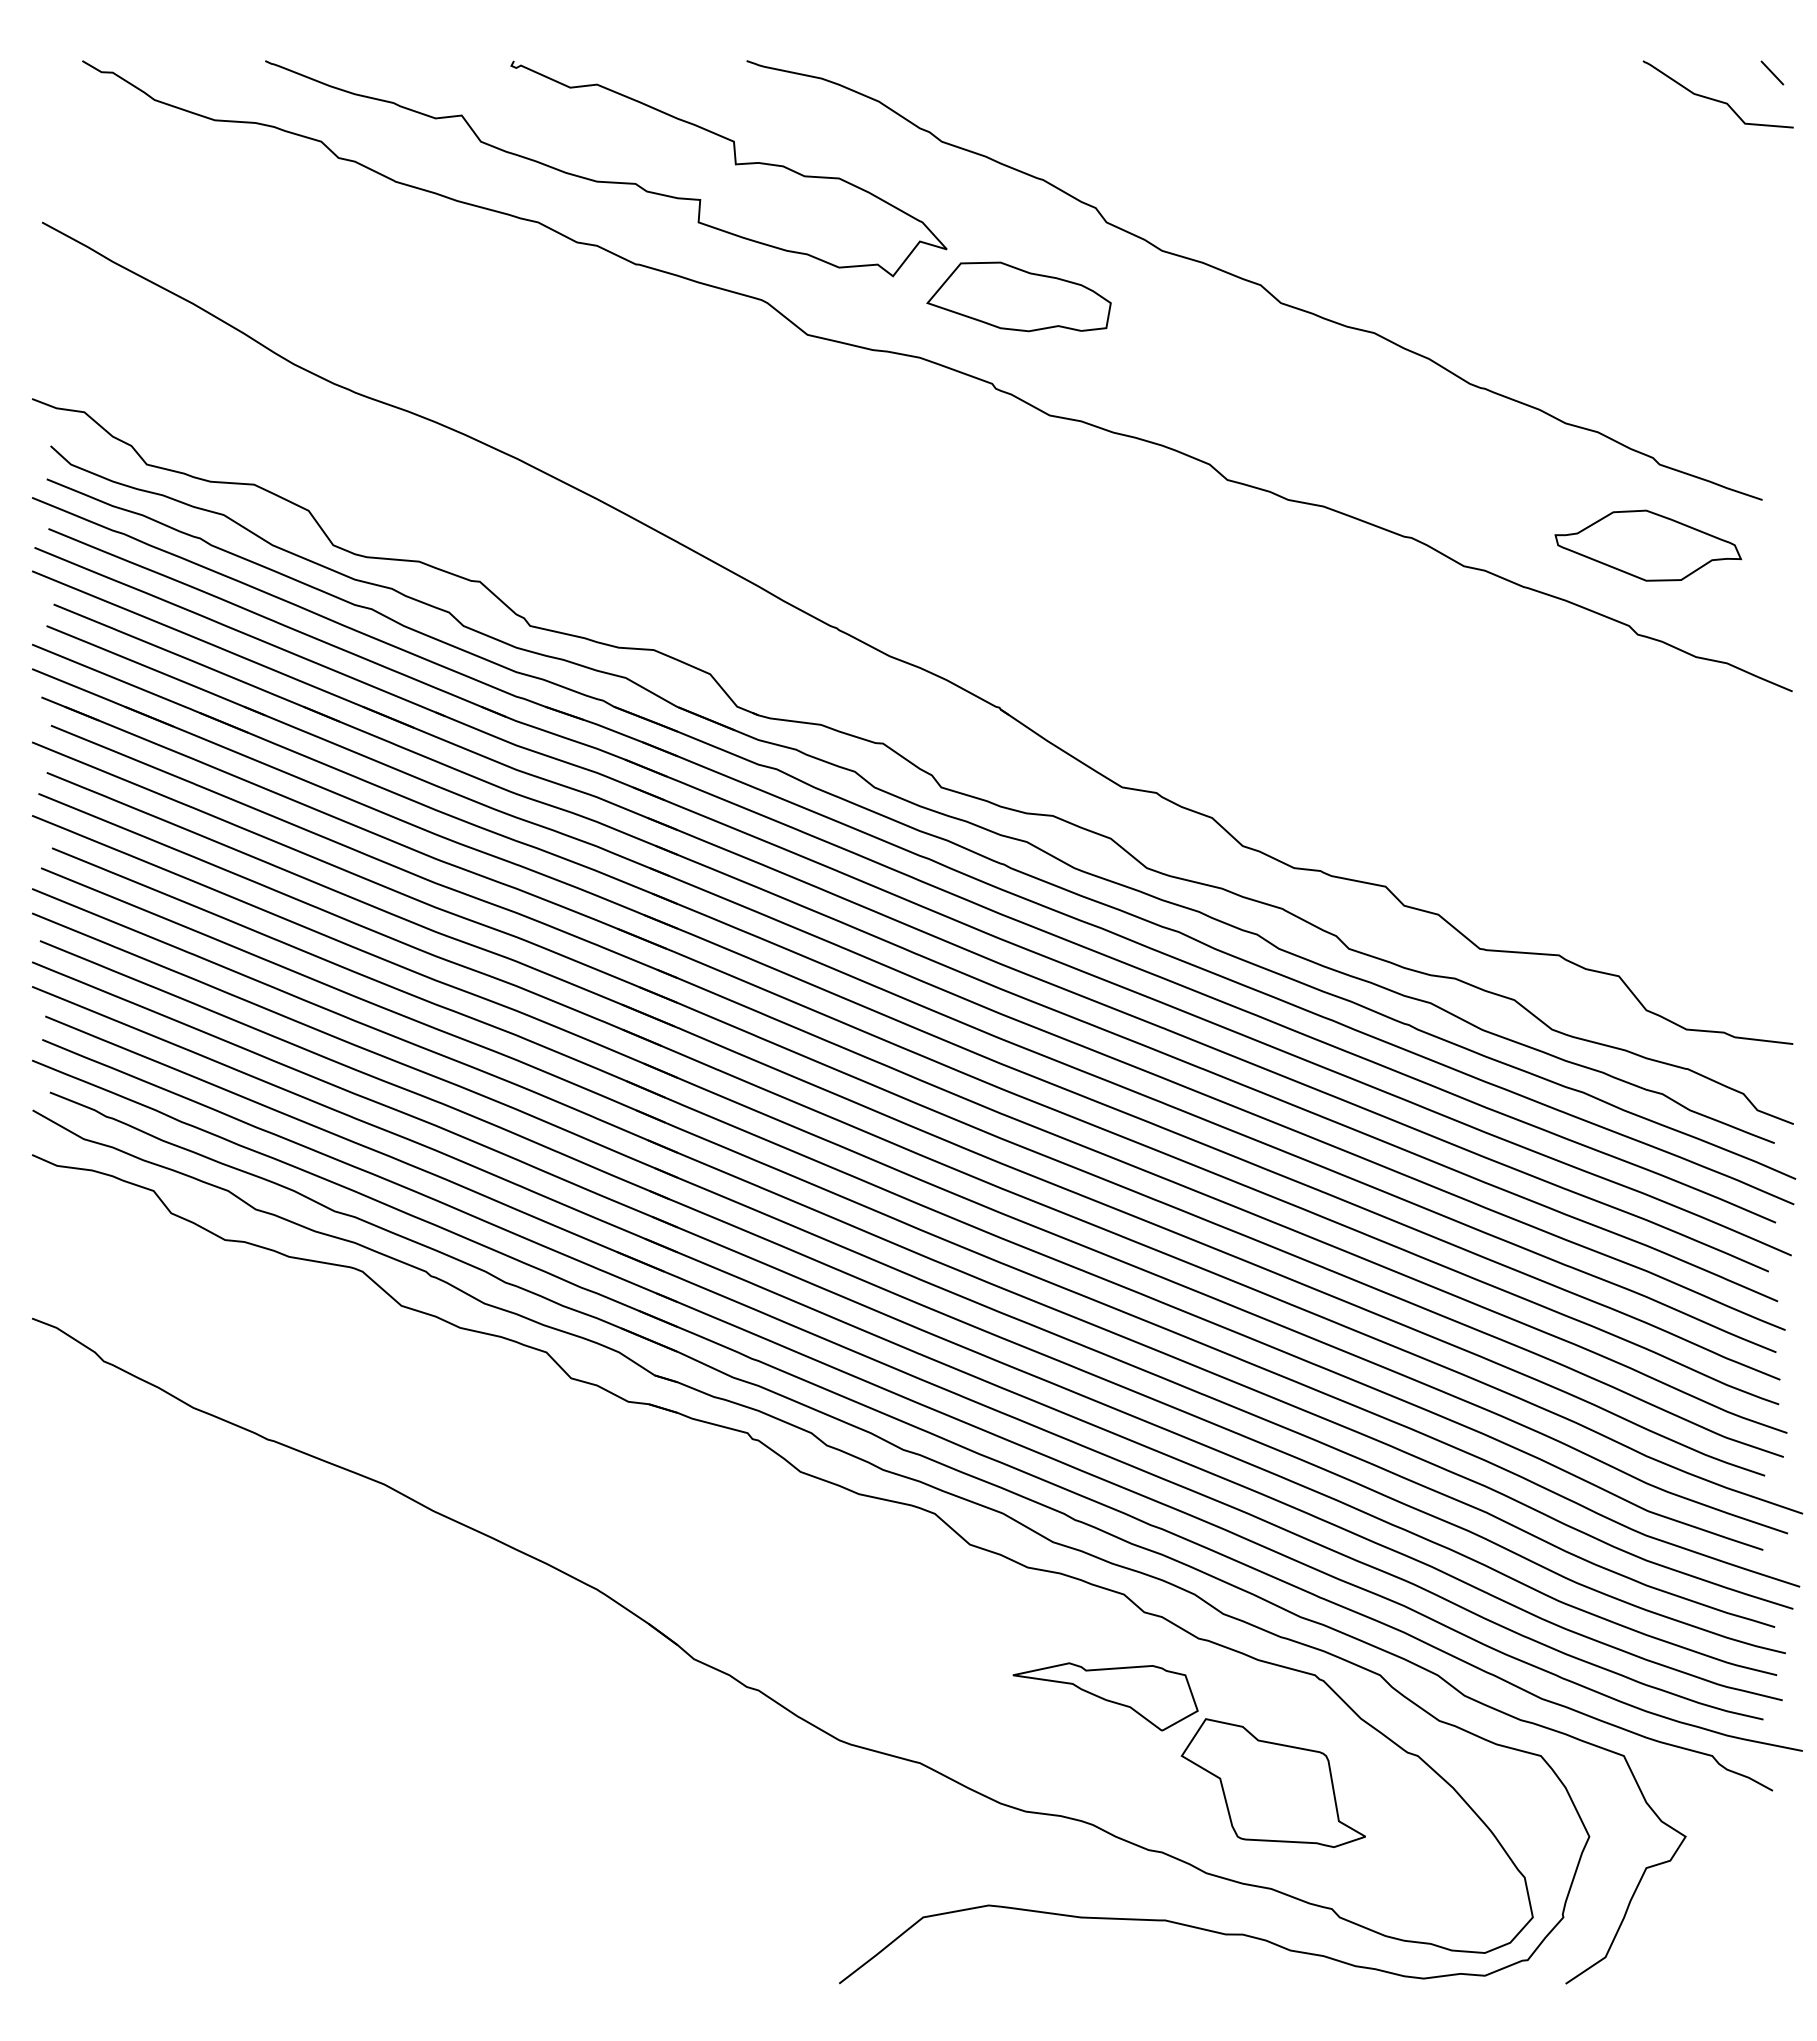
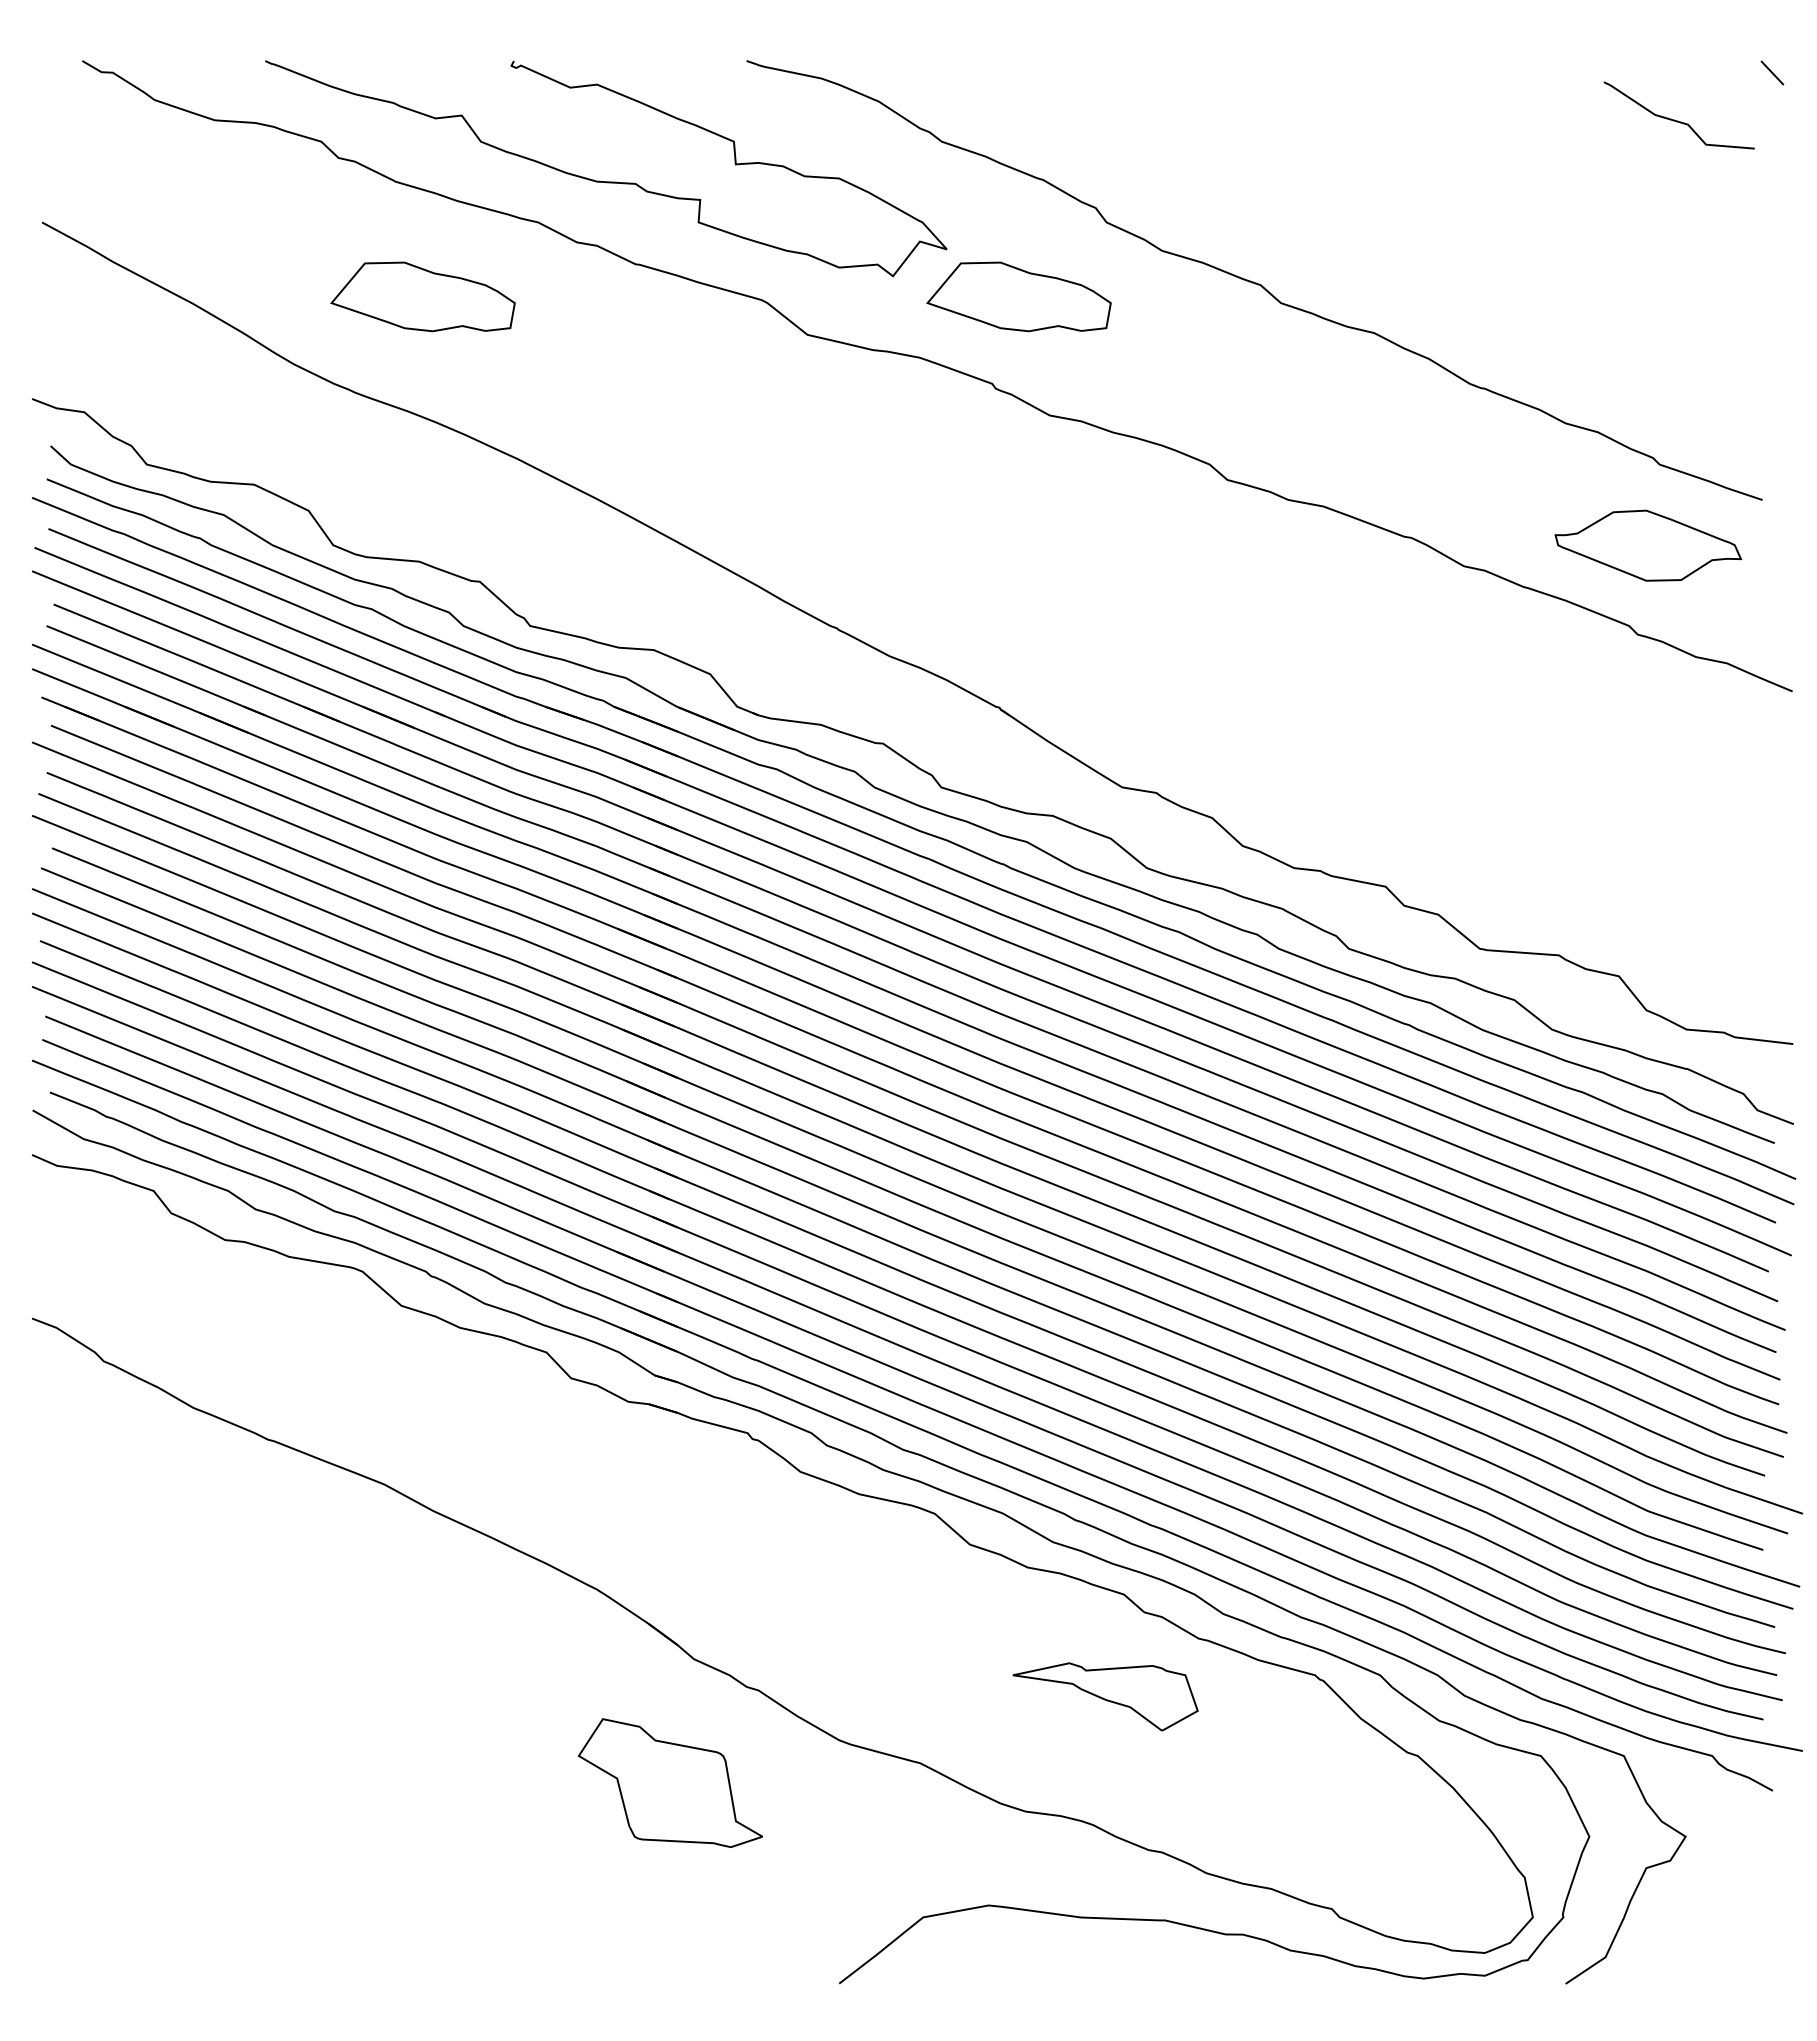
curve at (1717, 99) position: (1717, 99) -> (1678, 120)
part at (422, 296): none -> present
part at (1272, 1782) position: (1272, 1782) -> (669, 1782)
